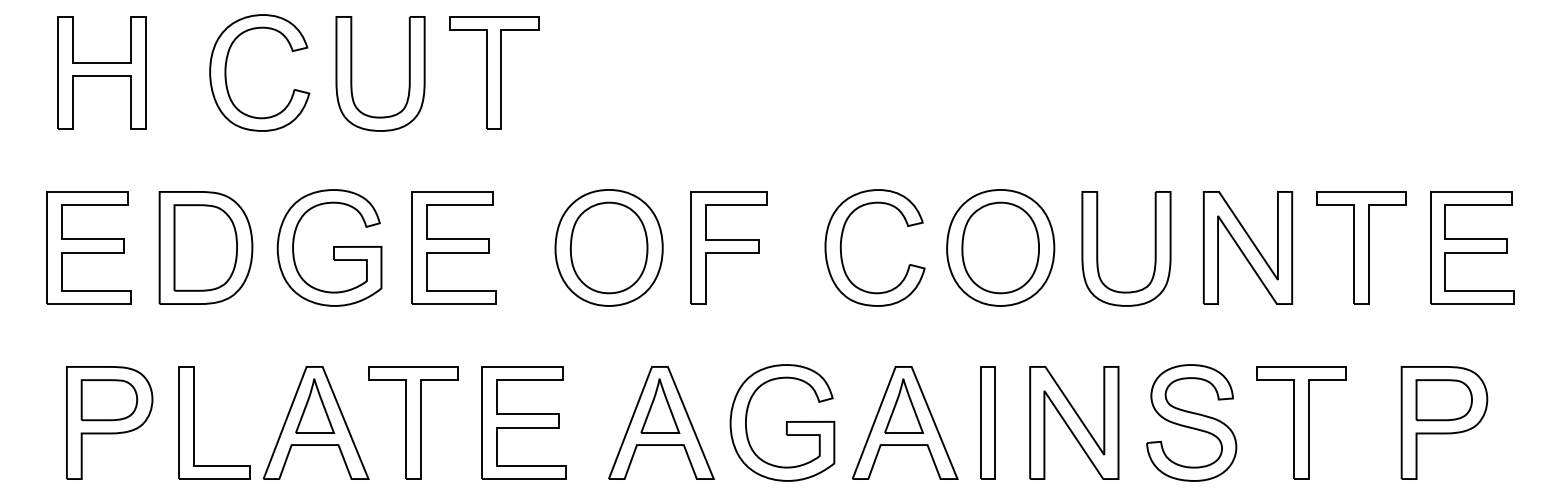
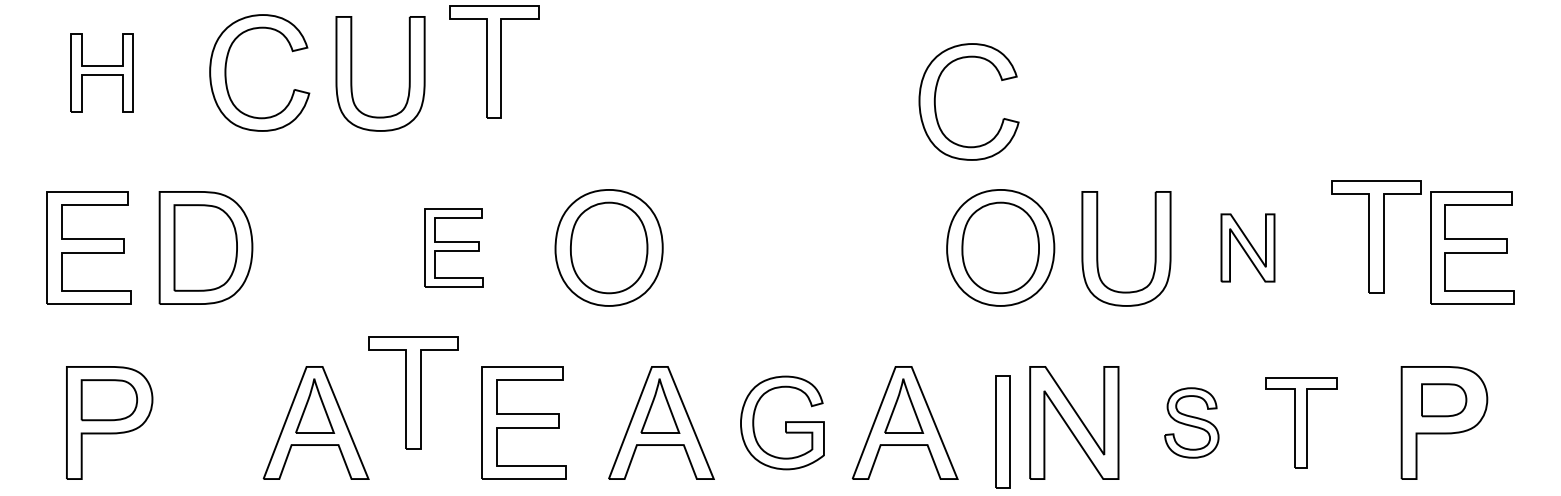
part at (101, 72) size: 90x114 px -> 64x80 px
part at (494, 72) position: (494, 72) -> (494, 61)
part at (842, 240) position: (842, 240) -> (936, 94)
part at (329, 247): present -> none
part at (453, 247) size: 86x114 px -> 60x80 px
part at (728, 247): present -> none
part at (1247, 247) size: 92x114 px -> 56x70 px
part at (1361, 247) position: (1361, 247) -> (1376, 236)
part at (1443, 400) size: 58x43 px -> 47x35 px
part at (194, 422): present -> none
part at (413, 422) position: (413, 422) -> (413, 392)
part at (782, 422) size: 107x118 px -> 85x96 px
part at (987, 422) position: (987, 422) -> (1002, 431)
part at (1191, 422) size: 92x118 px -> 56x72 px
part at (1301, 422) size: 91x114 px -> 73x92 px
